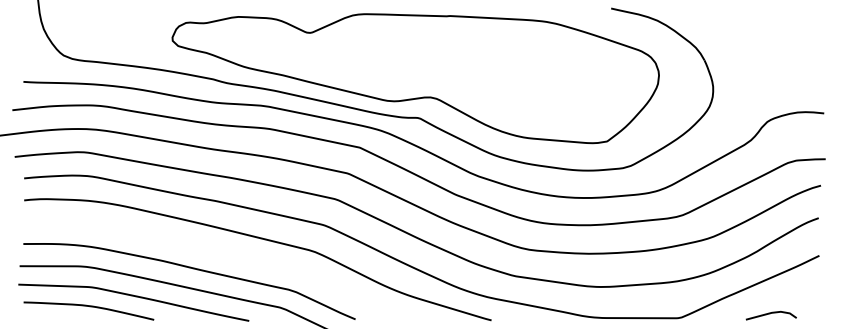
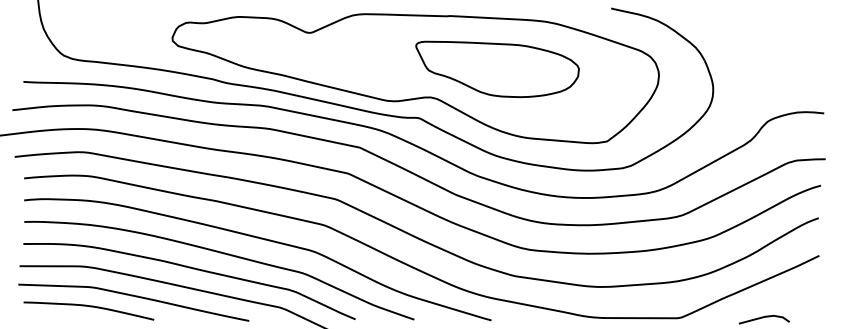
part at (497, 69): none -> present
curve at (223, 254): none -> present
line at (770, 314) position: (770, 314) -> (763, 318)
